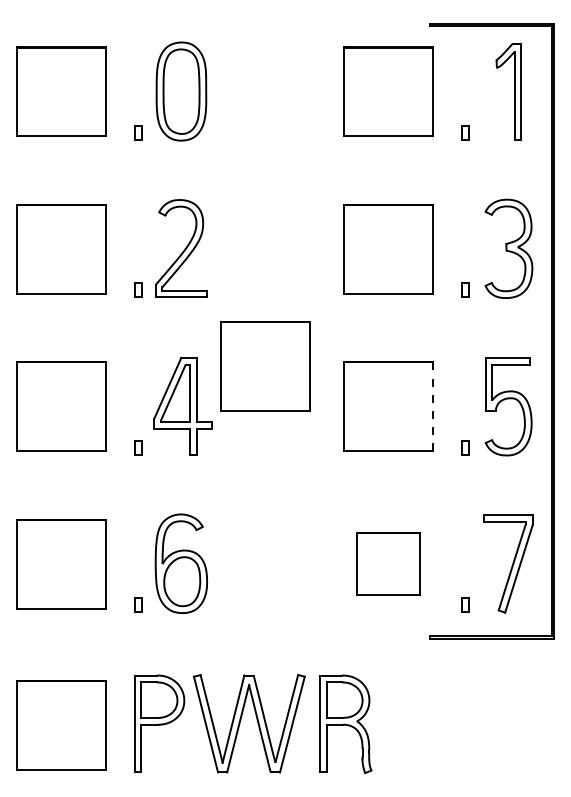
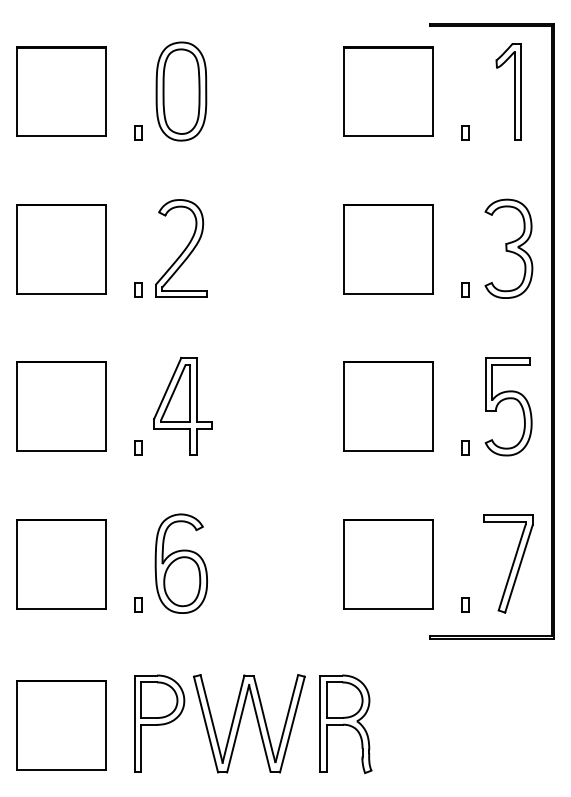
part at (265, 366): present -> none
line at (432, 407): dashed -> solid
part at (388, 563) size: 65x64 px -> 91x91 px
